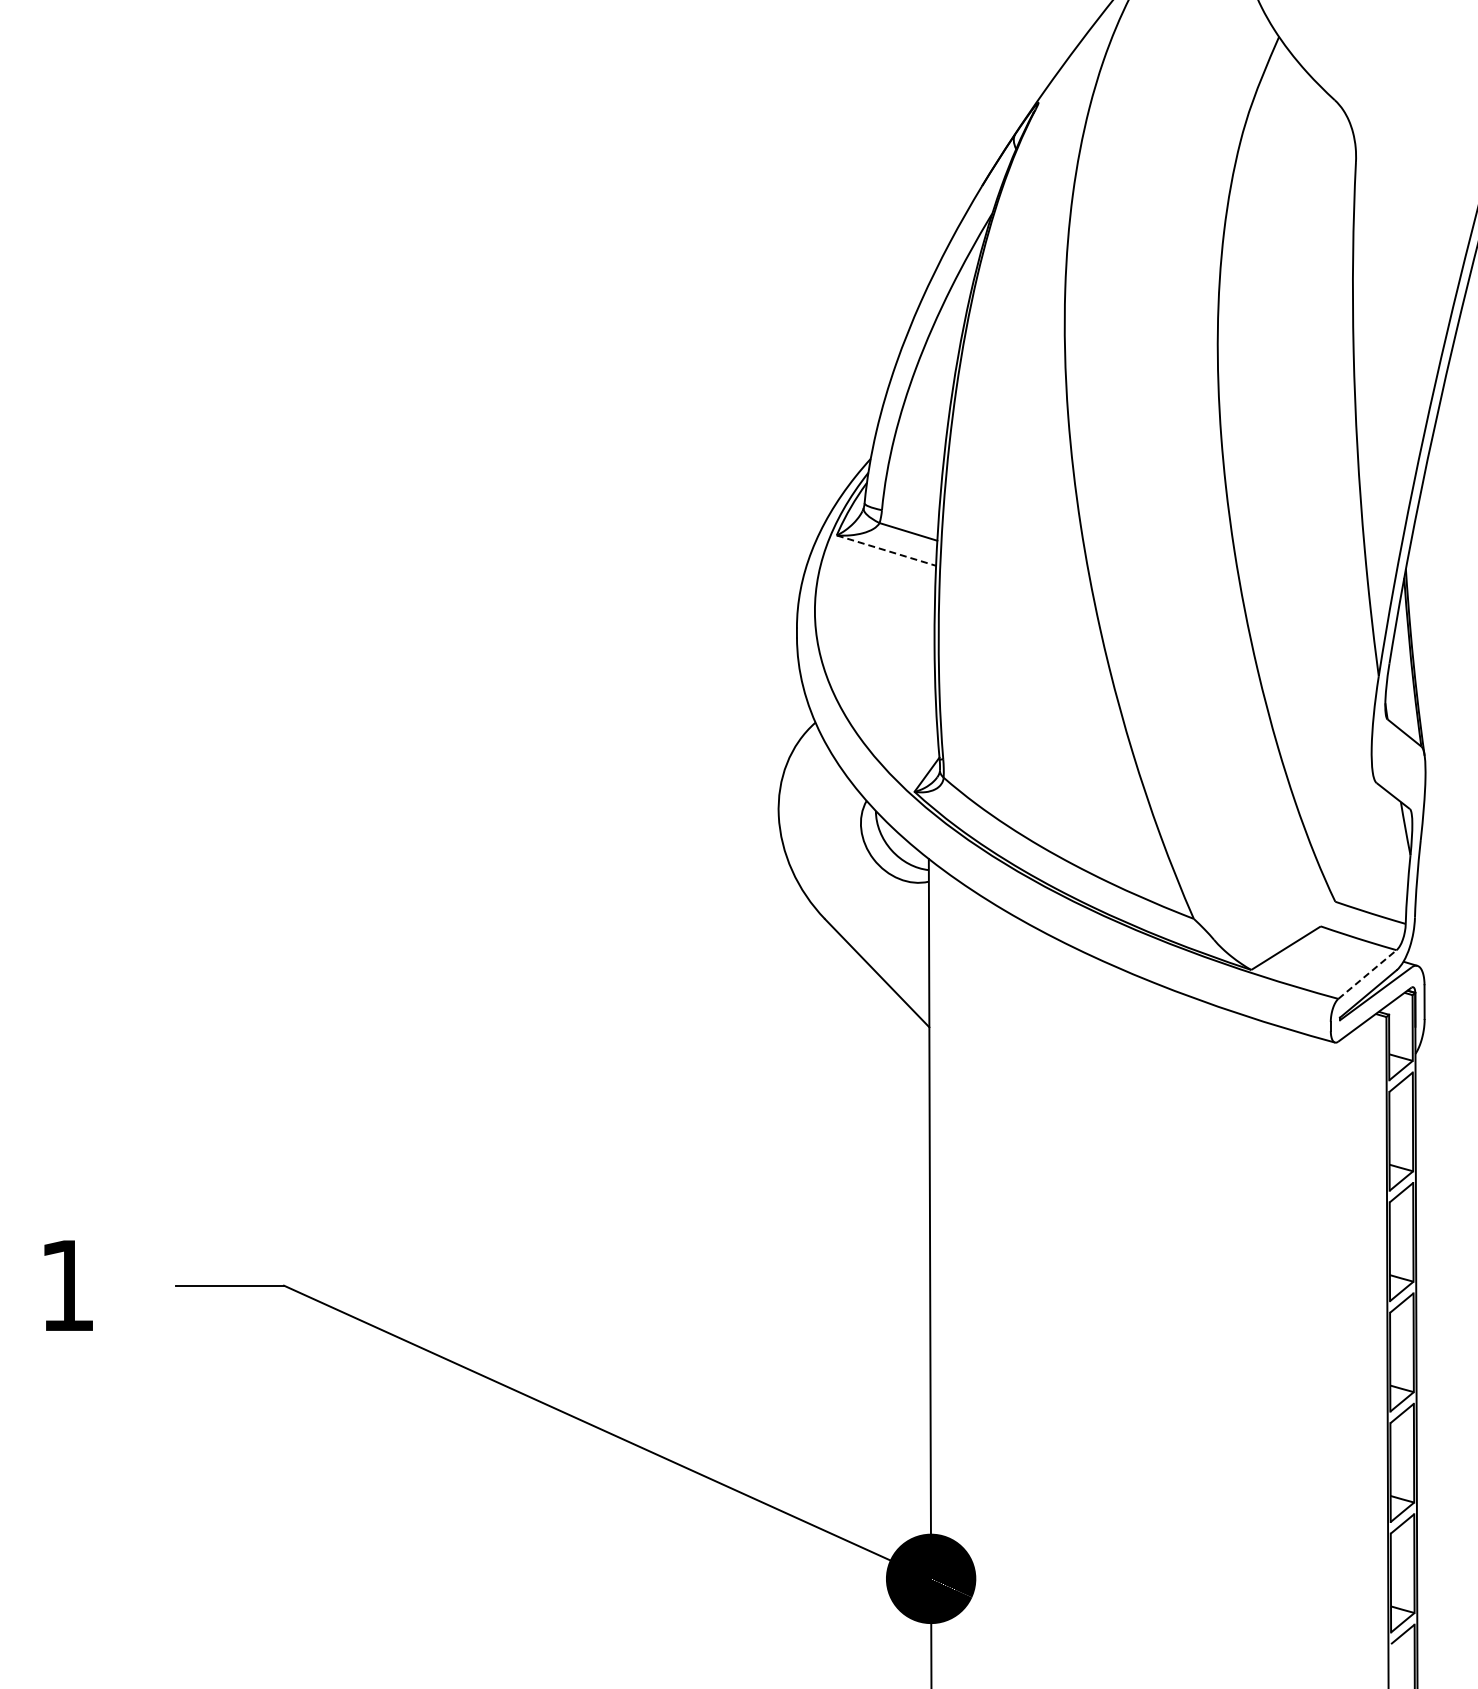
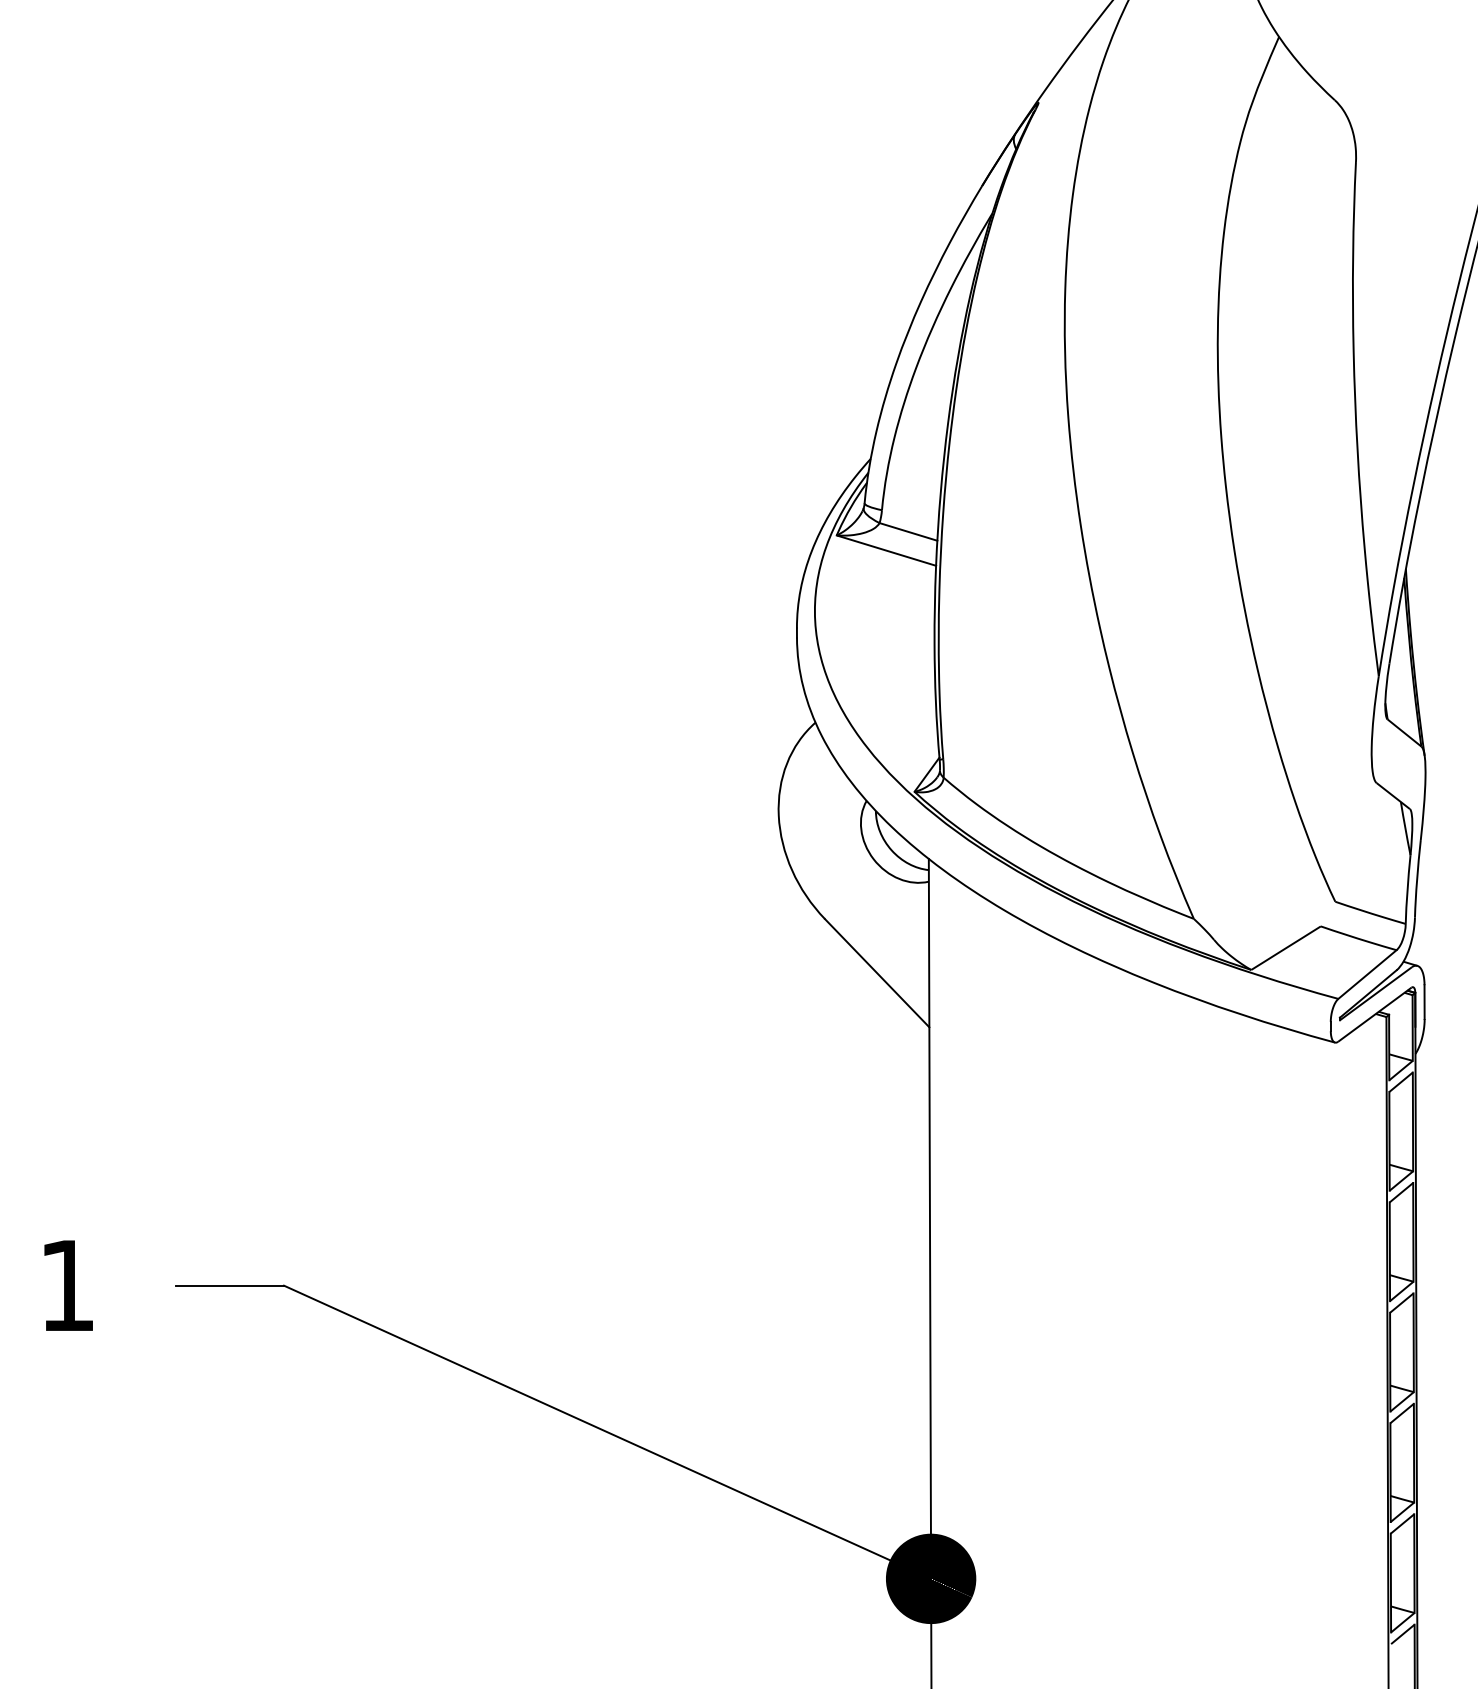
line at (886, 550): dashed -> solid
line at (1367, 974): dashed -> solid
